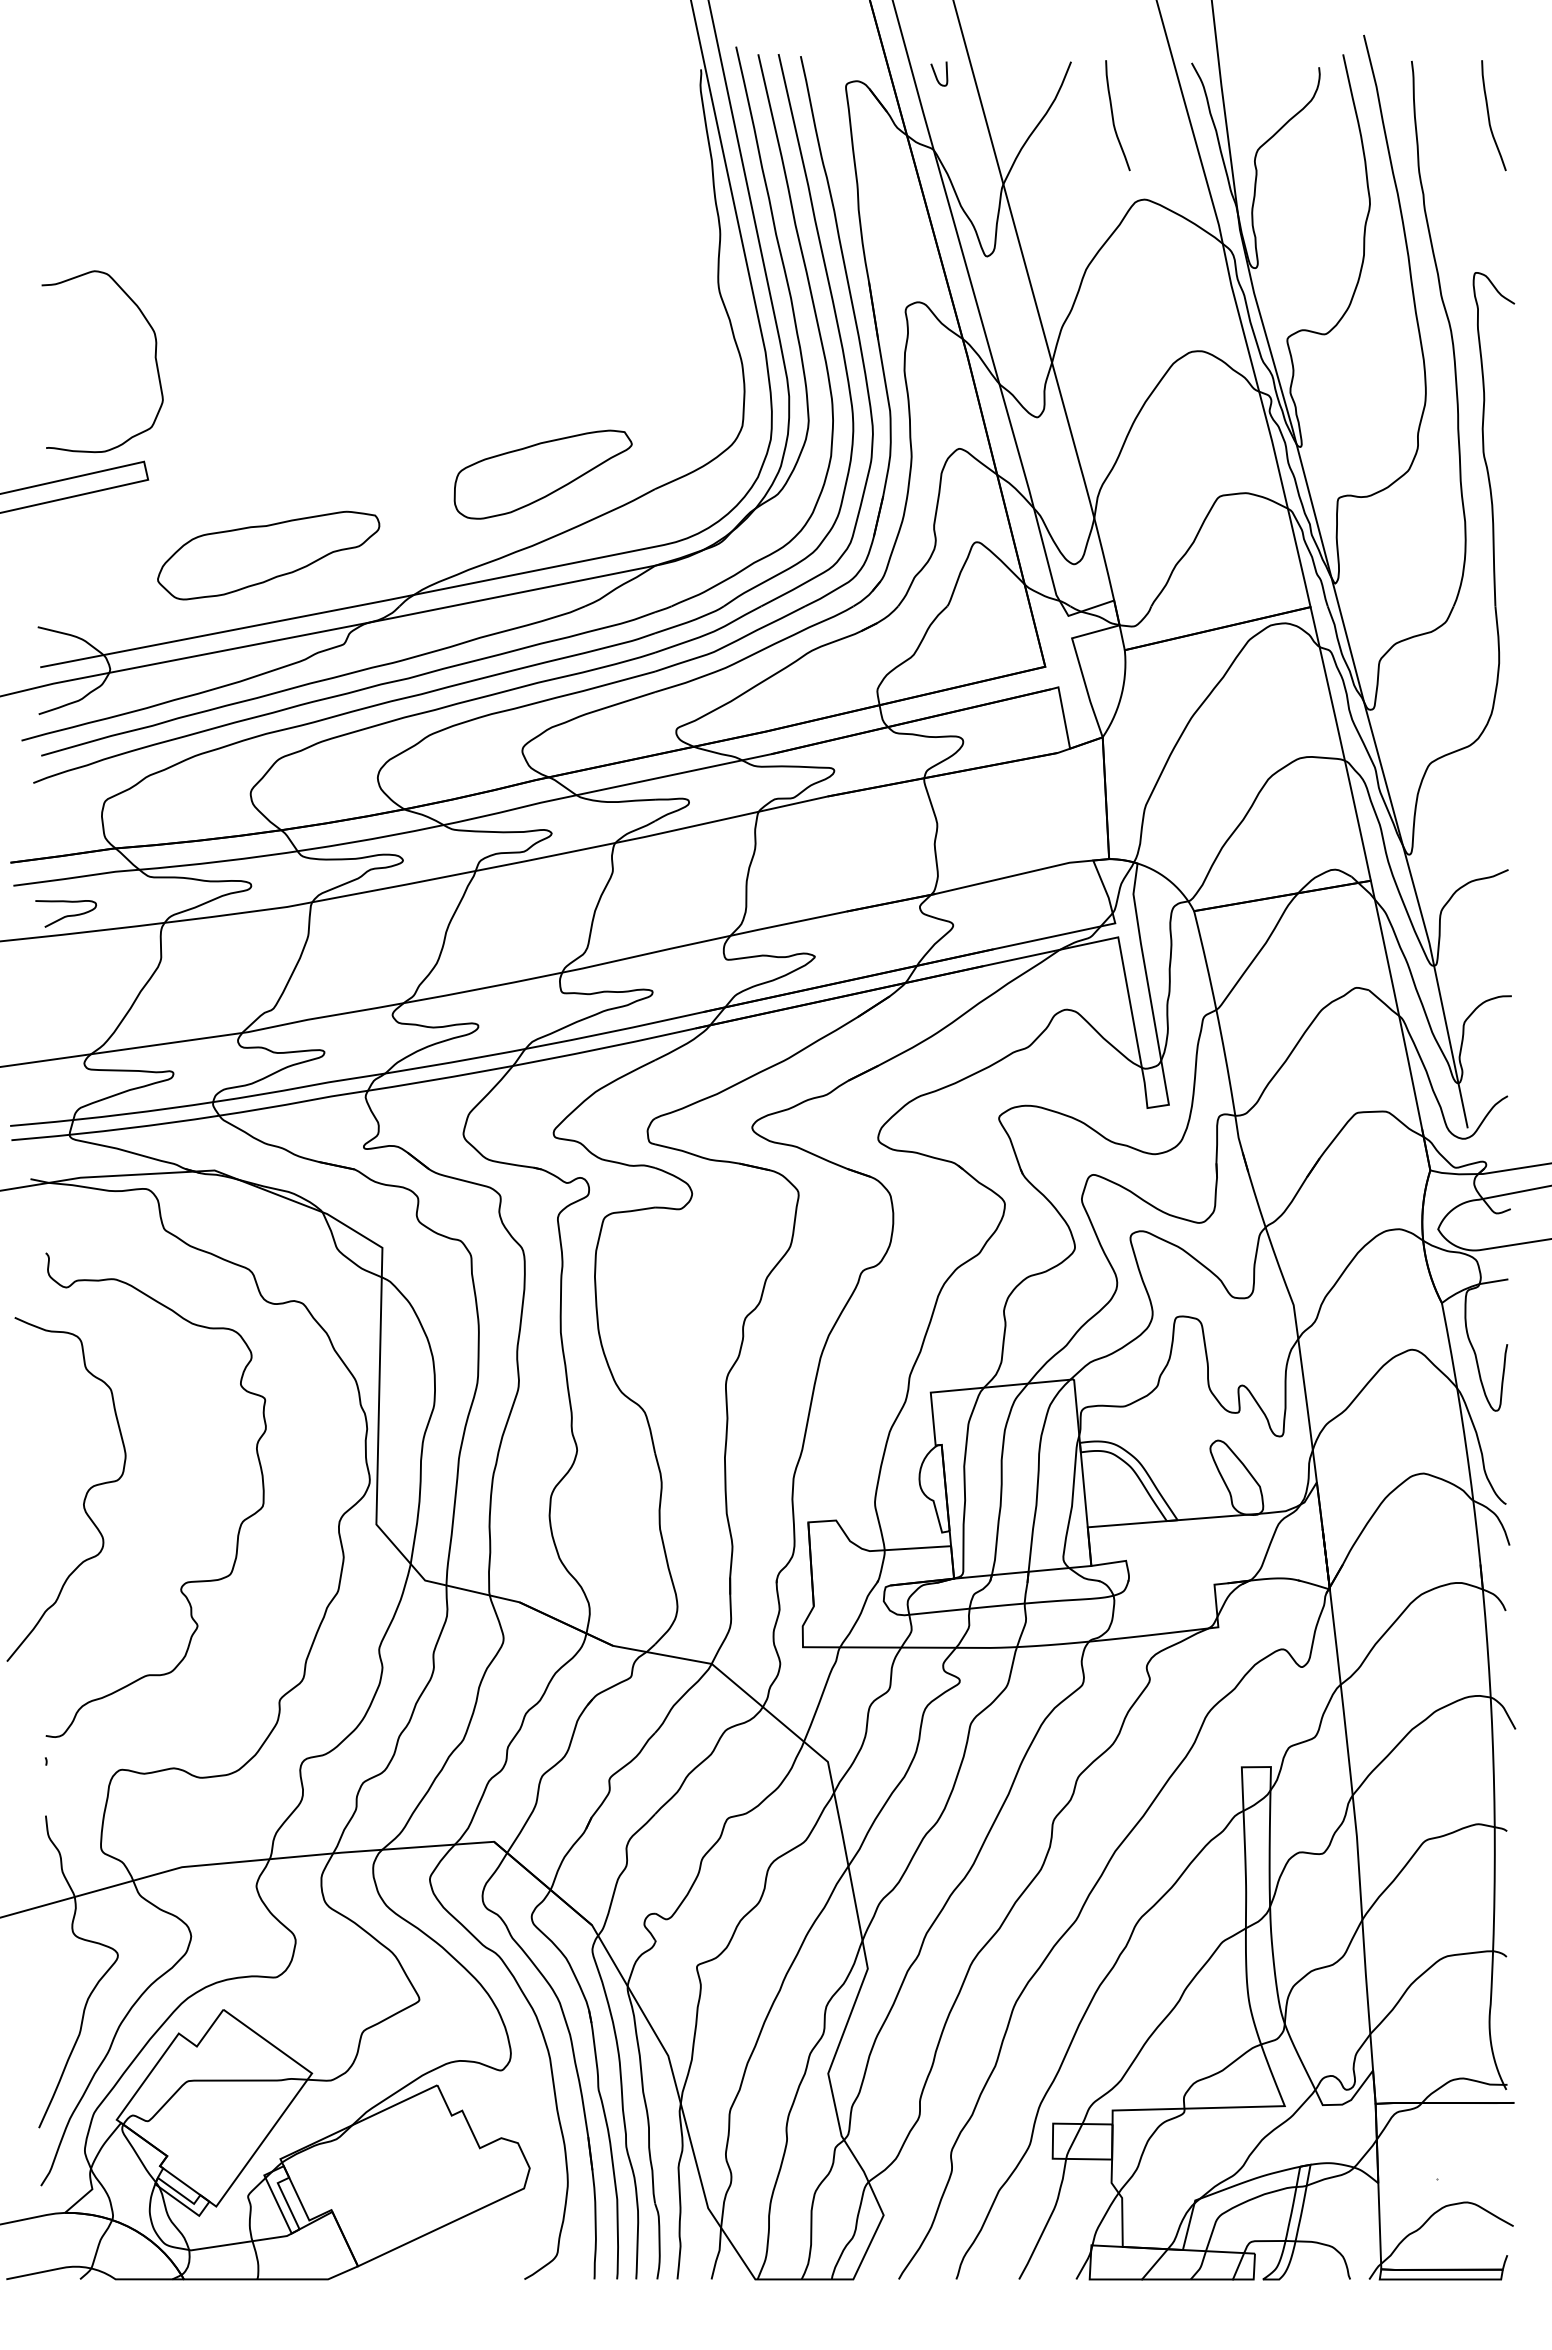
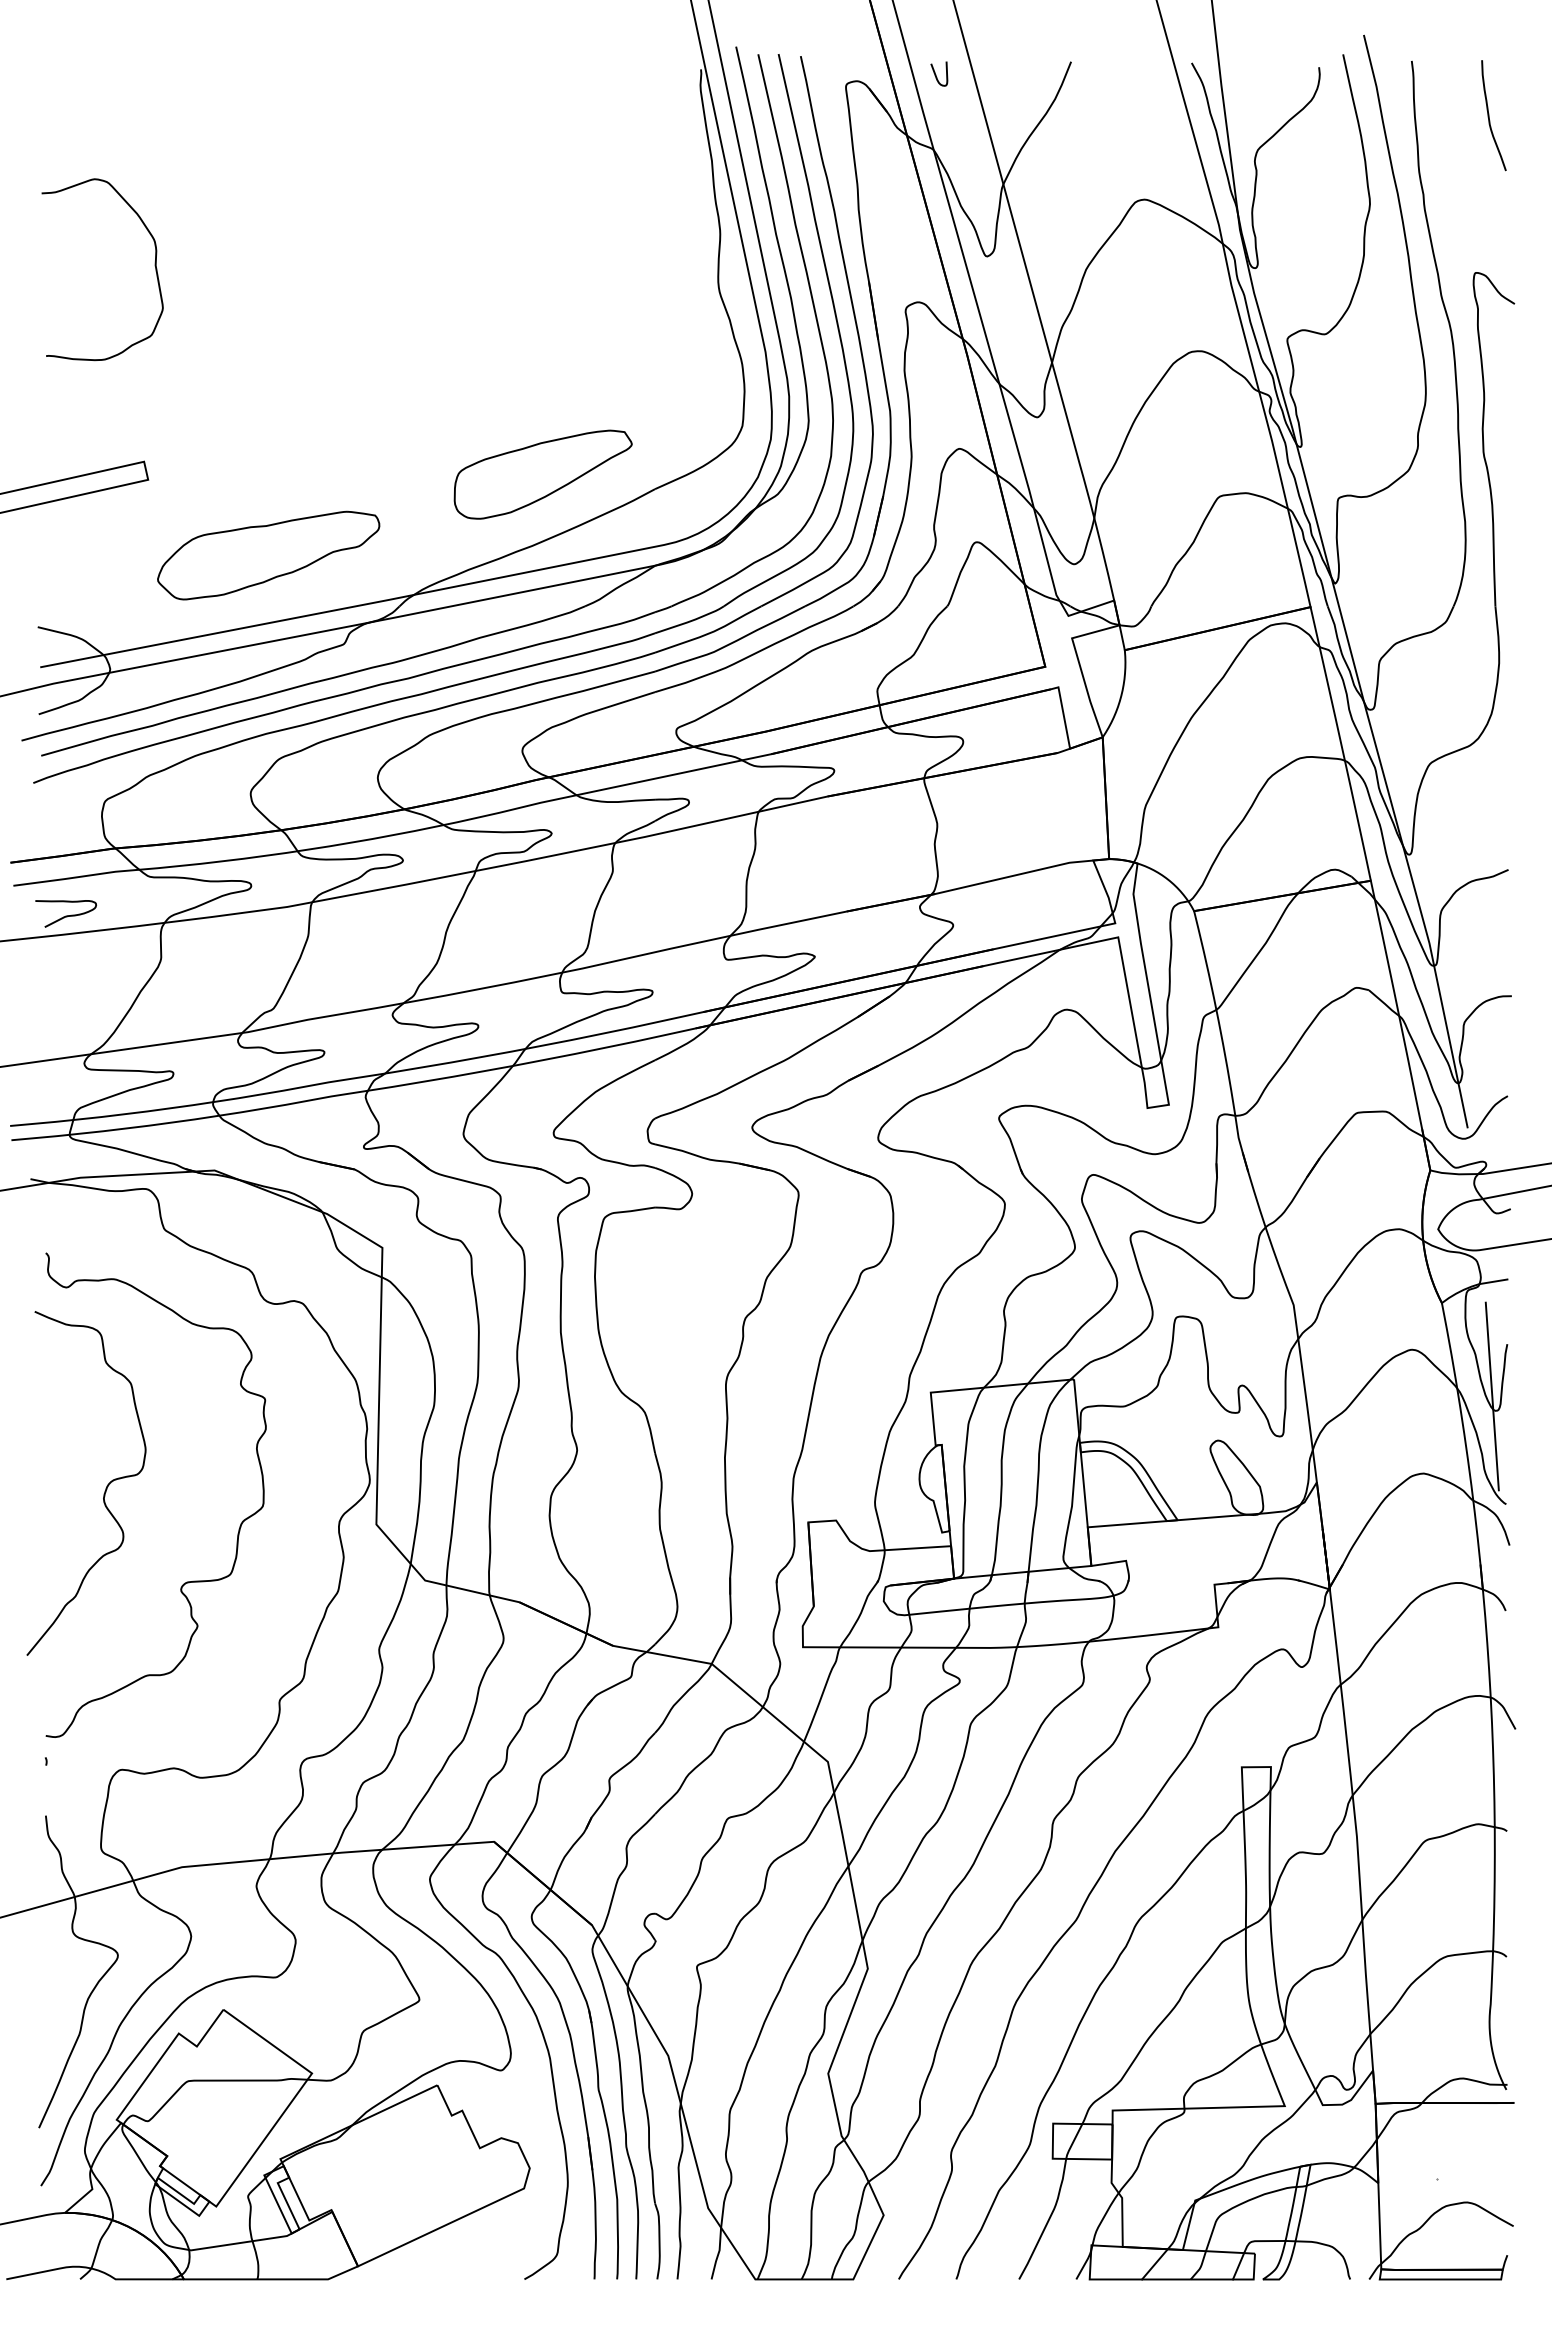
curve at (1113, 115): present -> none
curve at (154, 357) position: (154, 357) -> (154, 265)
line at (1491, 1396): none -> present
curve at (85, 1494) position: (85, 1494) -> (105, 1488)
